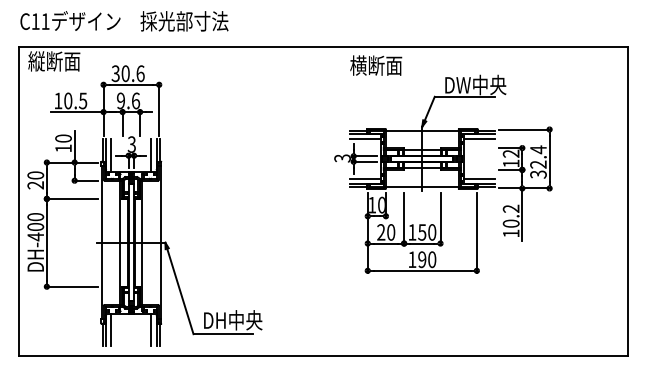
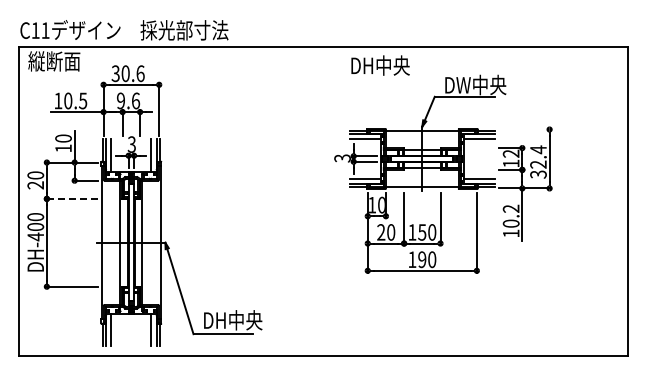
text at (124, 21) position: (124, 21) -> (124, 30)
text at (379, 65): 横断面 -> DH中央
line at (524, 129): present -> none
line at (71, 198): solid -> dashed
